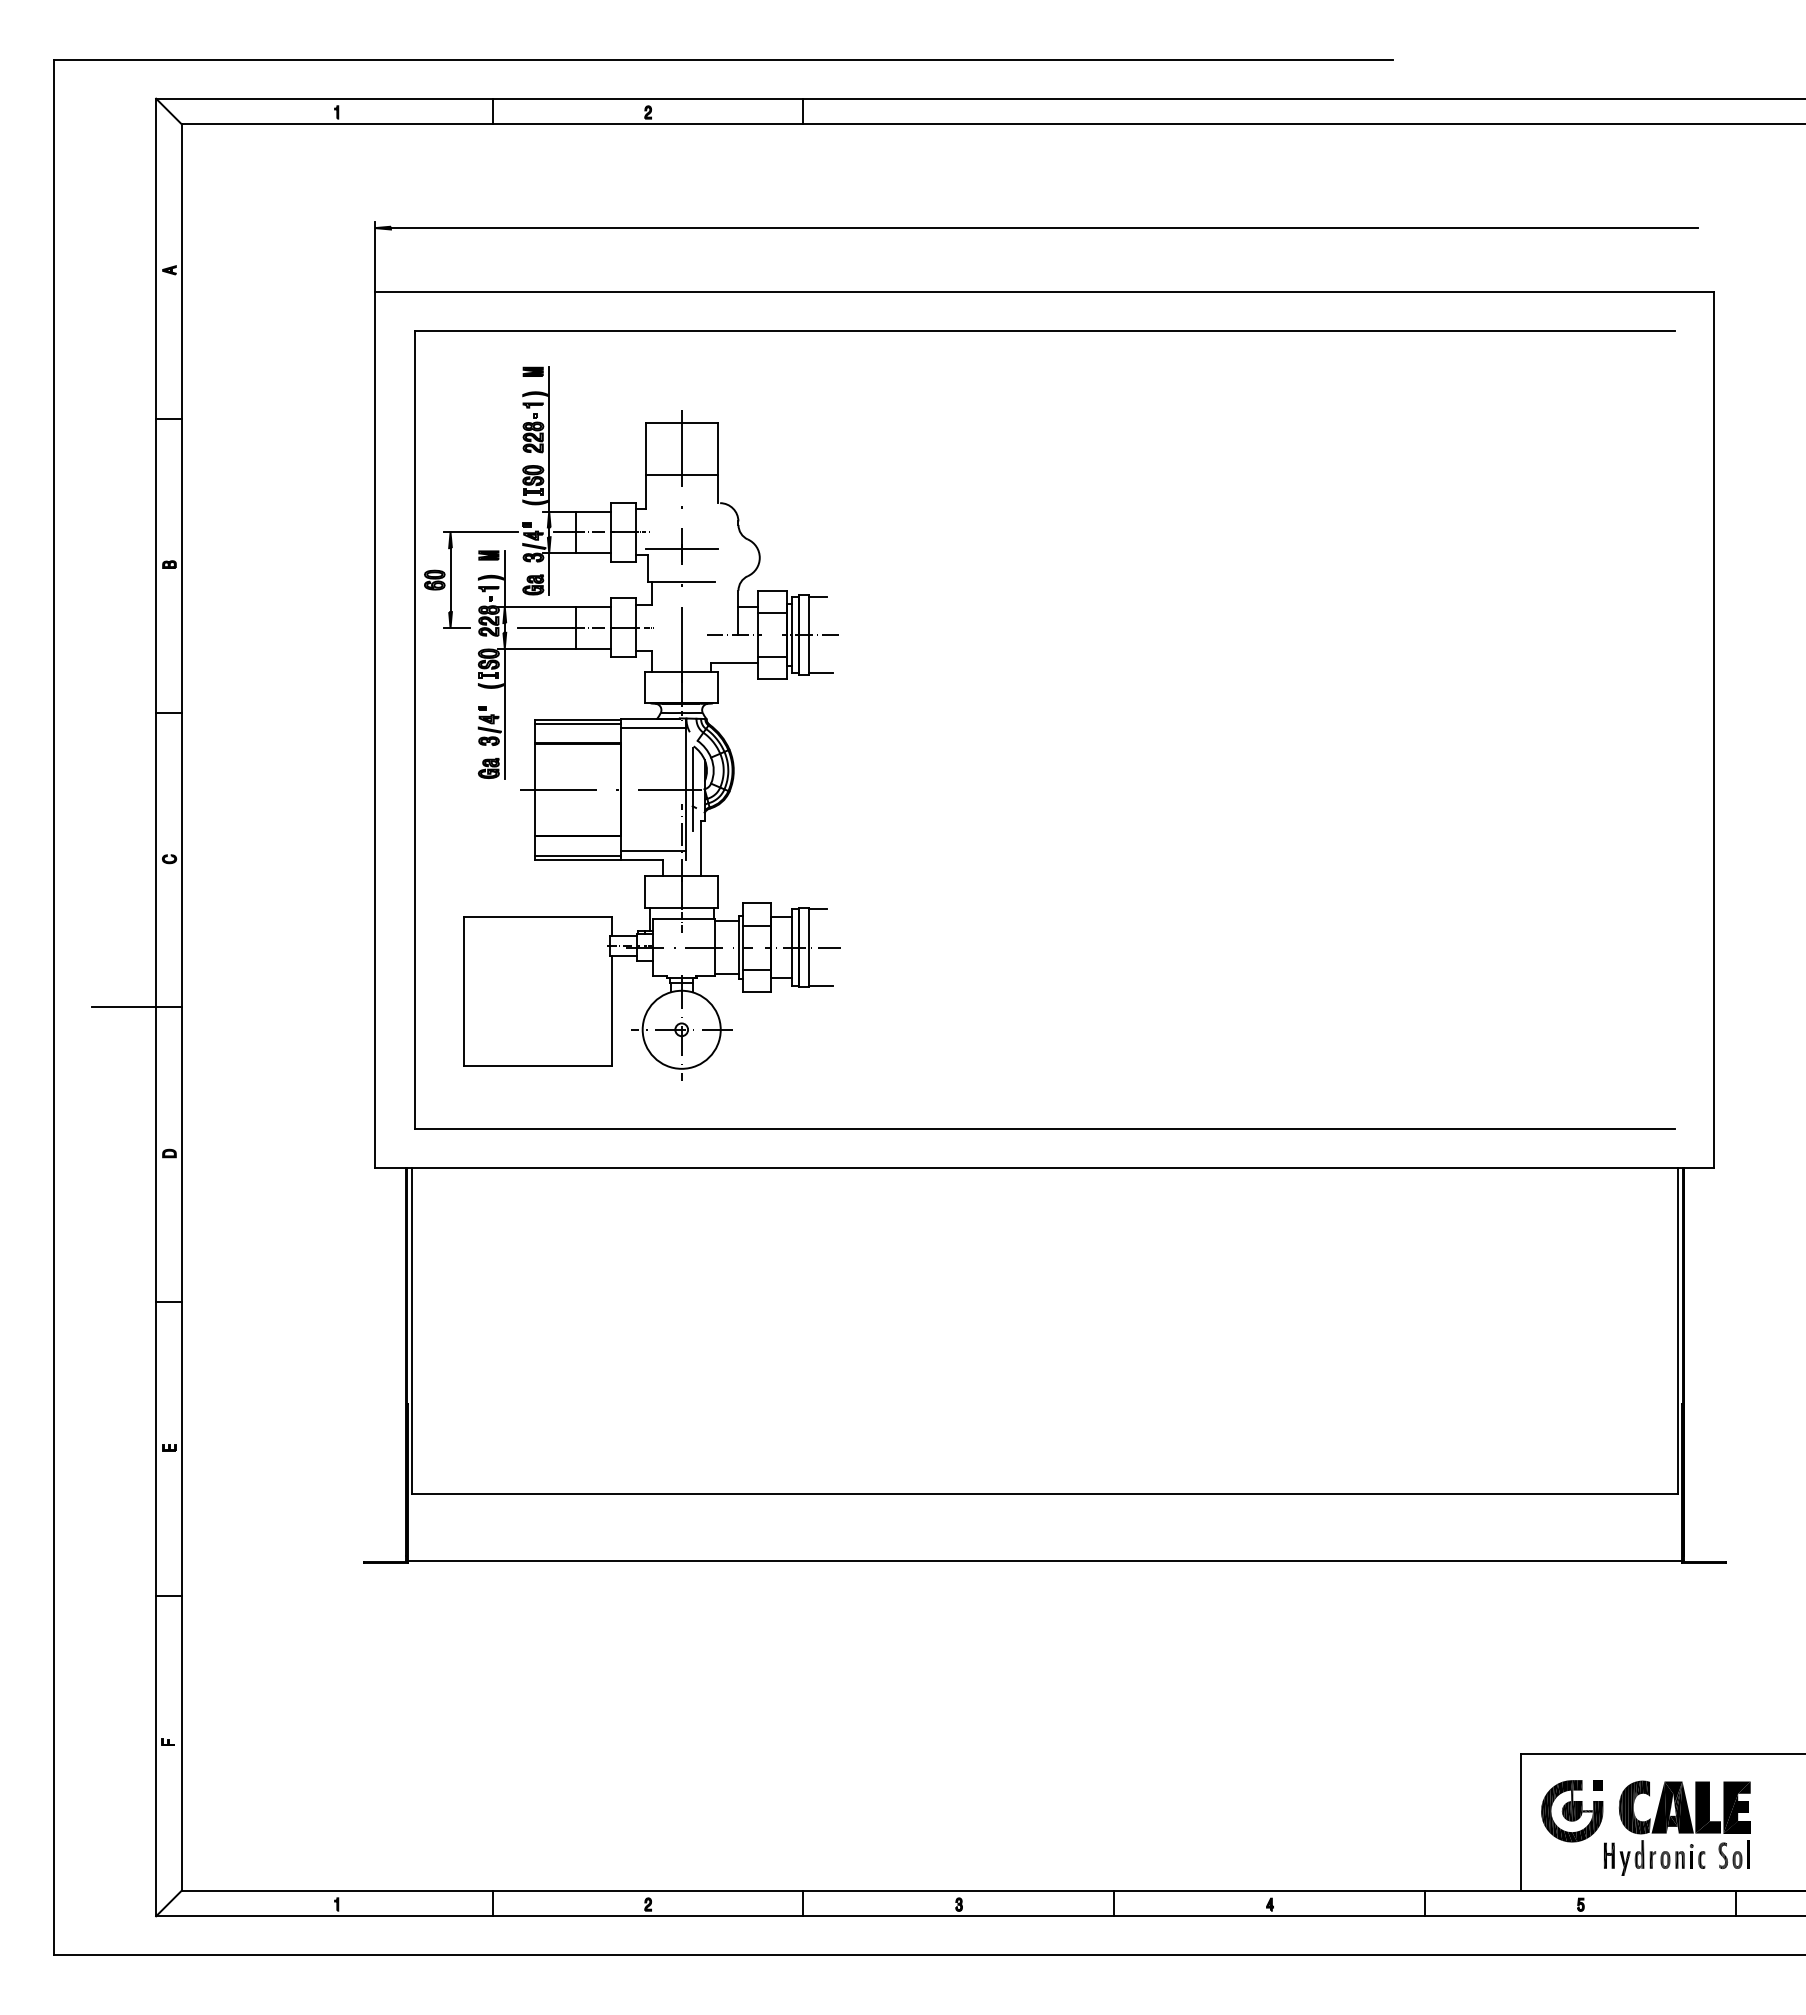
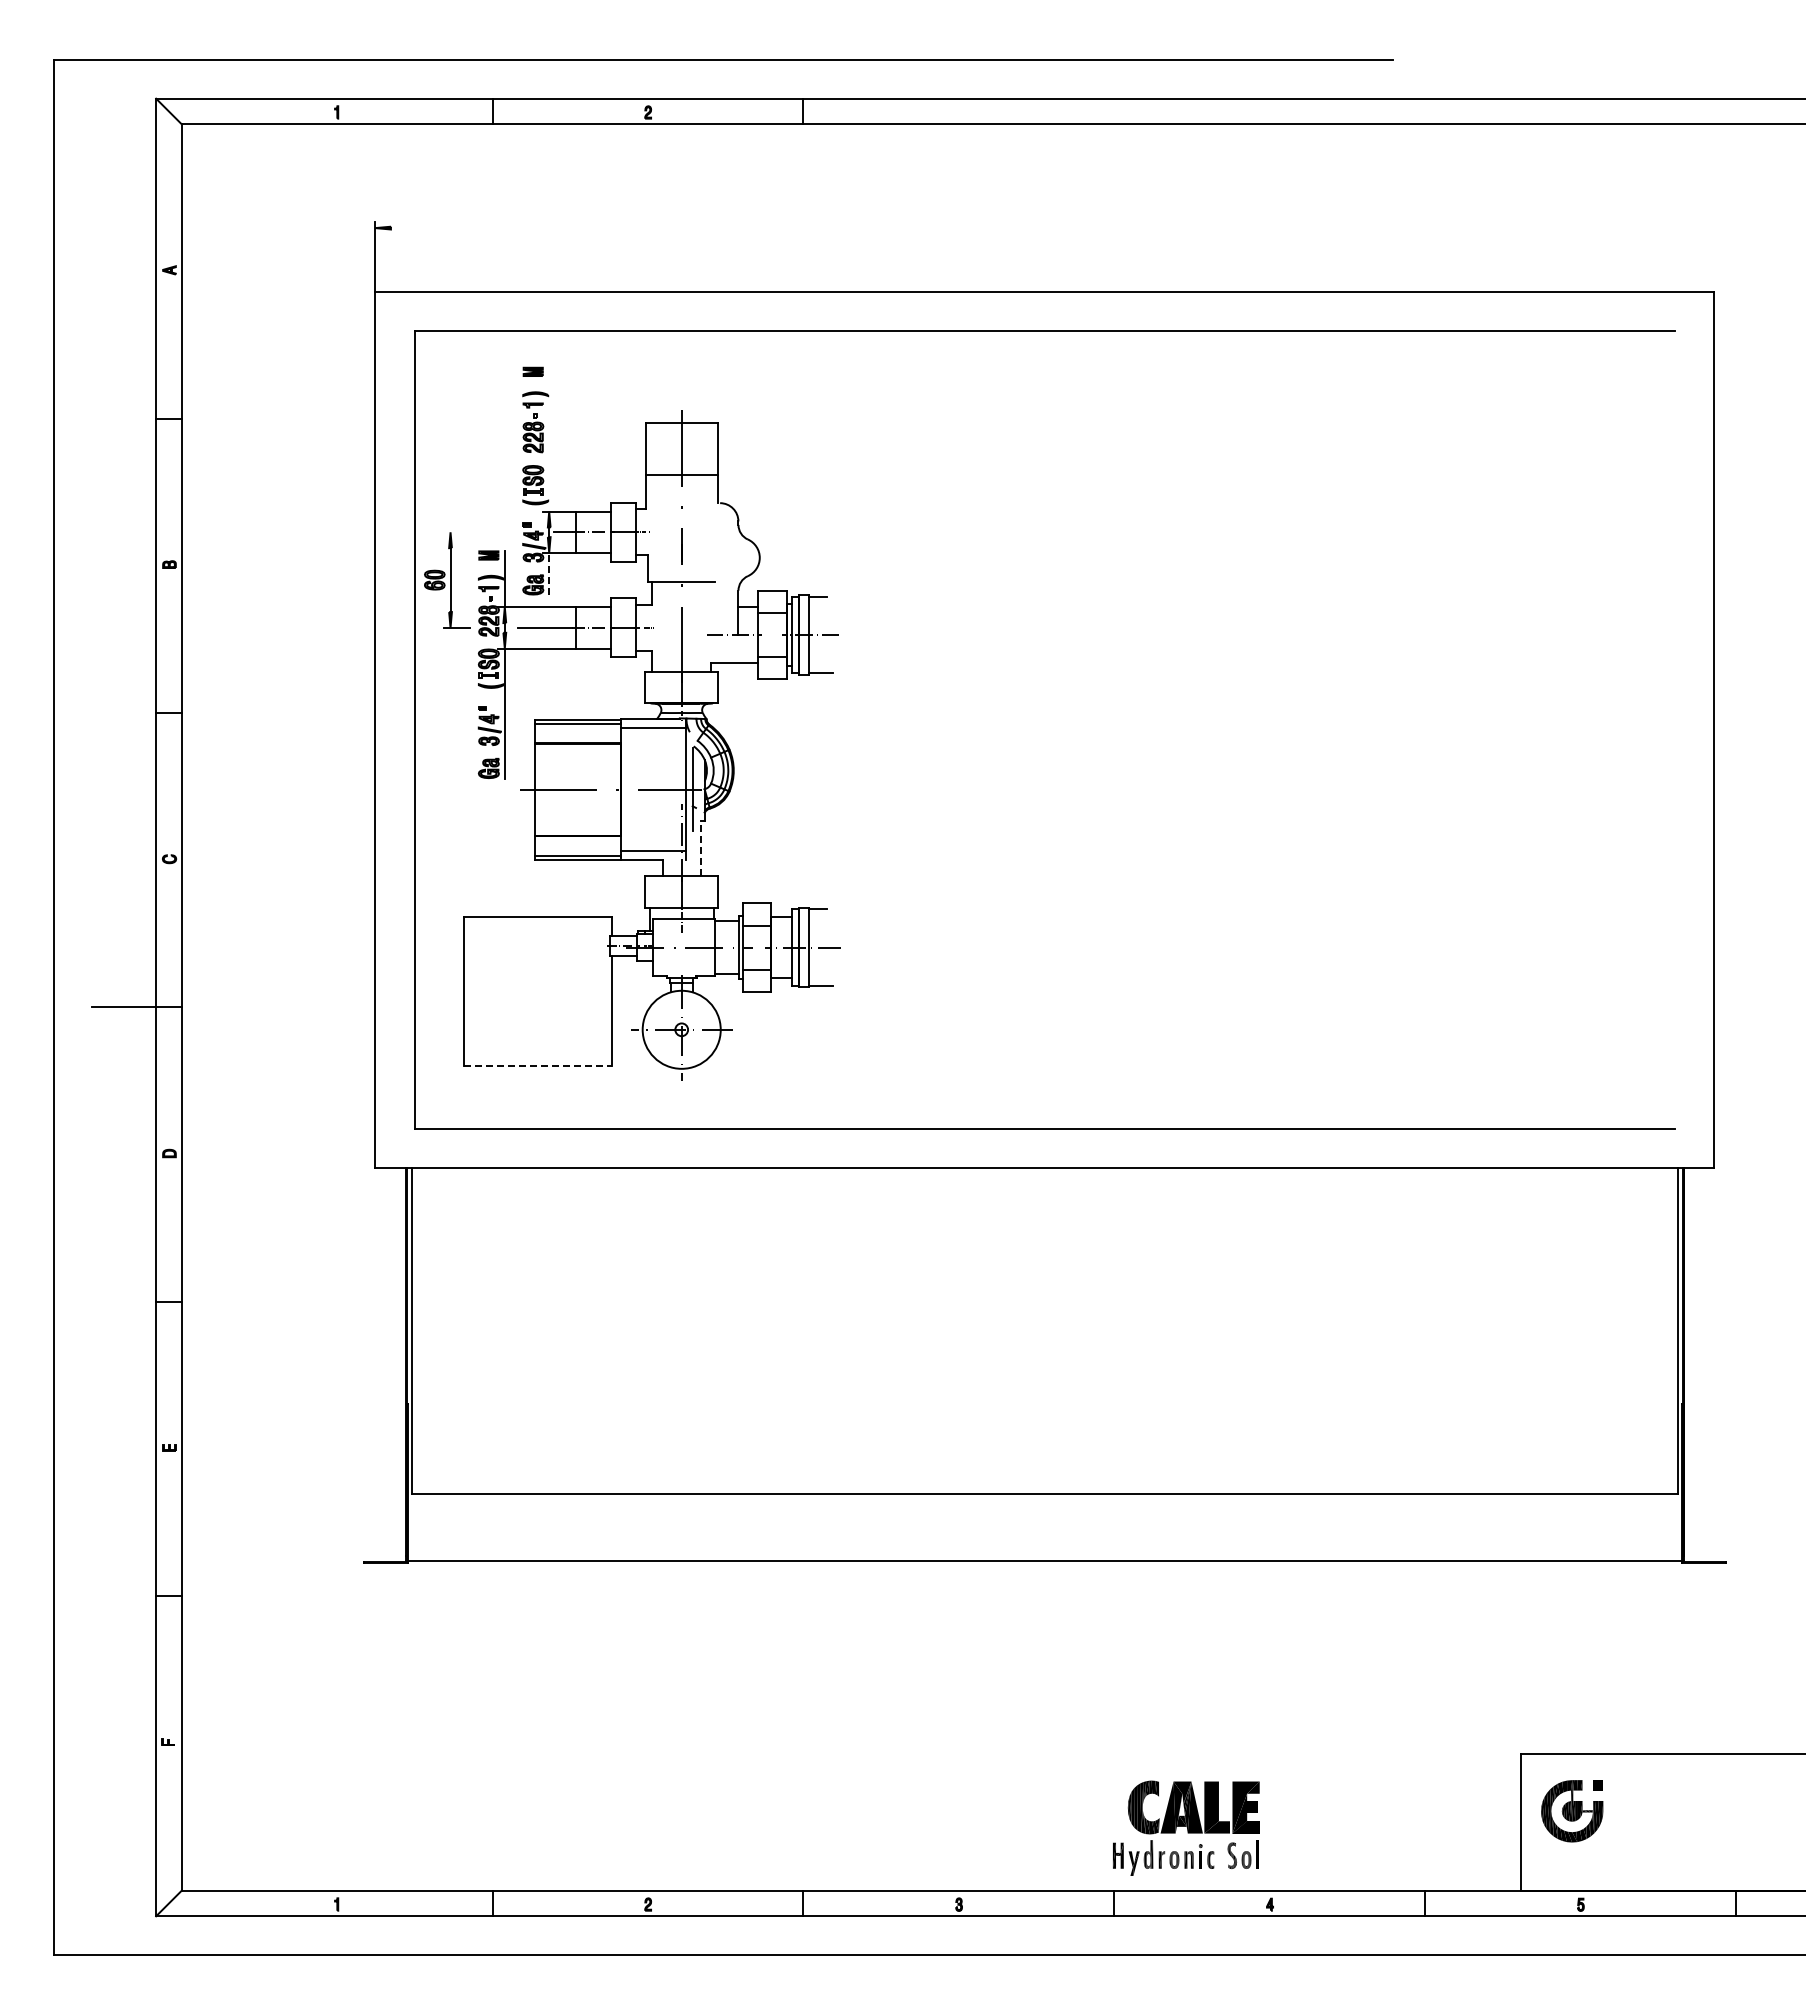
line at (1044, 228): present -> none
line at (549, 438): present -> none
line at (480, 532): present -> none
line at (681, 548): present -> none
line at (549, 573): solid -> dashed
line at (700, 848): solid -> dashed
line at (538, 1065): solid -> dashed
part at (1677, 1827) position: (1677, 1827) -> (1186, 1827)
